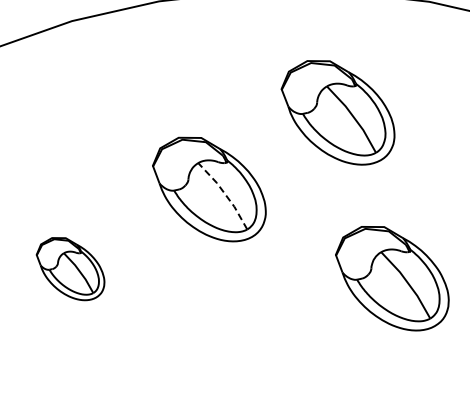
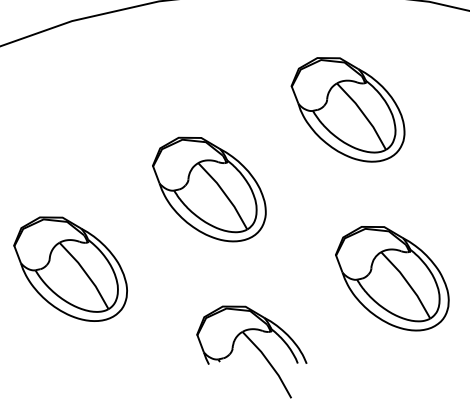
part at (337, 112) position: (337, 112) -> (347, 109)
line at (225, 194): dashed -> solid
part at (70, 269) size: 71x65 px -> 115x106 px
part at (251, 351): none -> present
